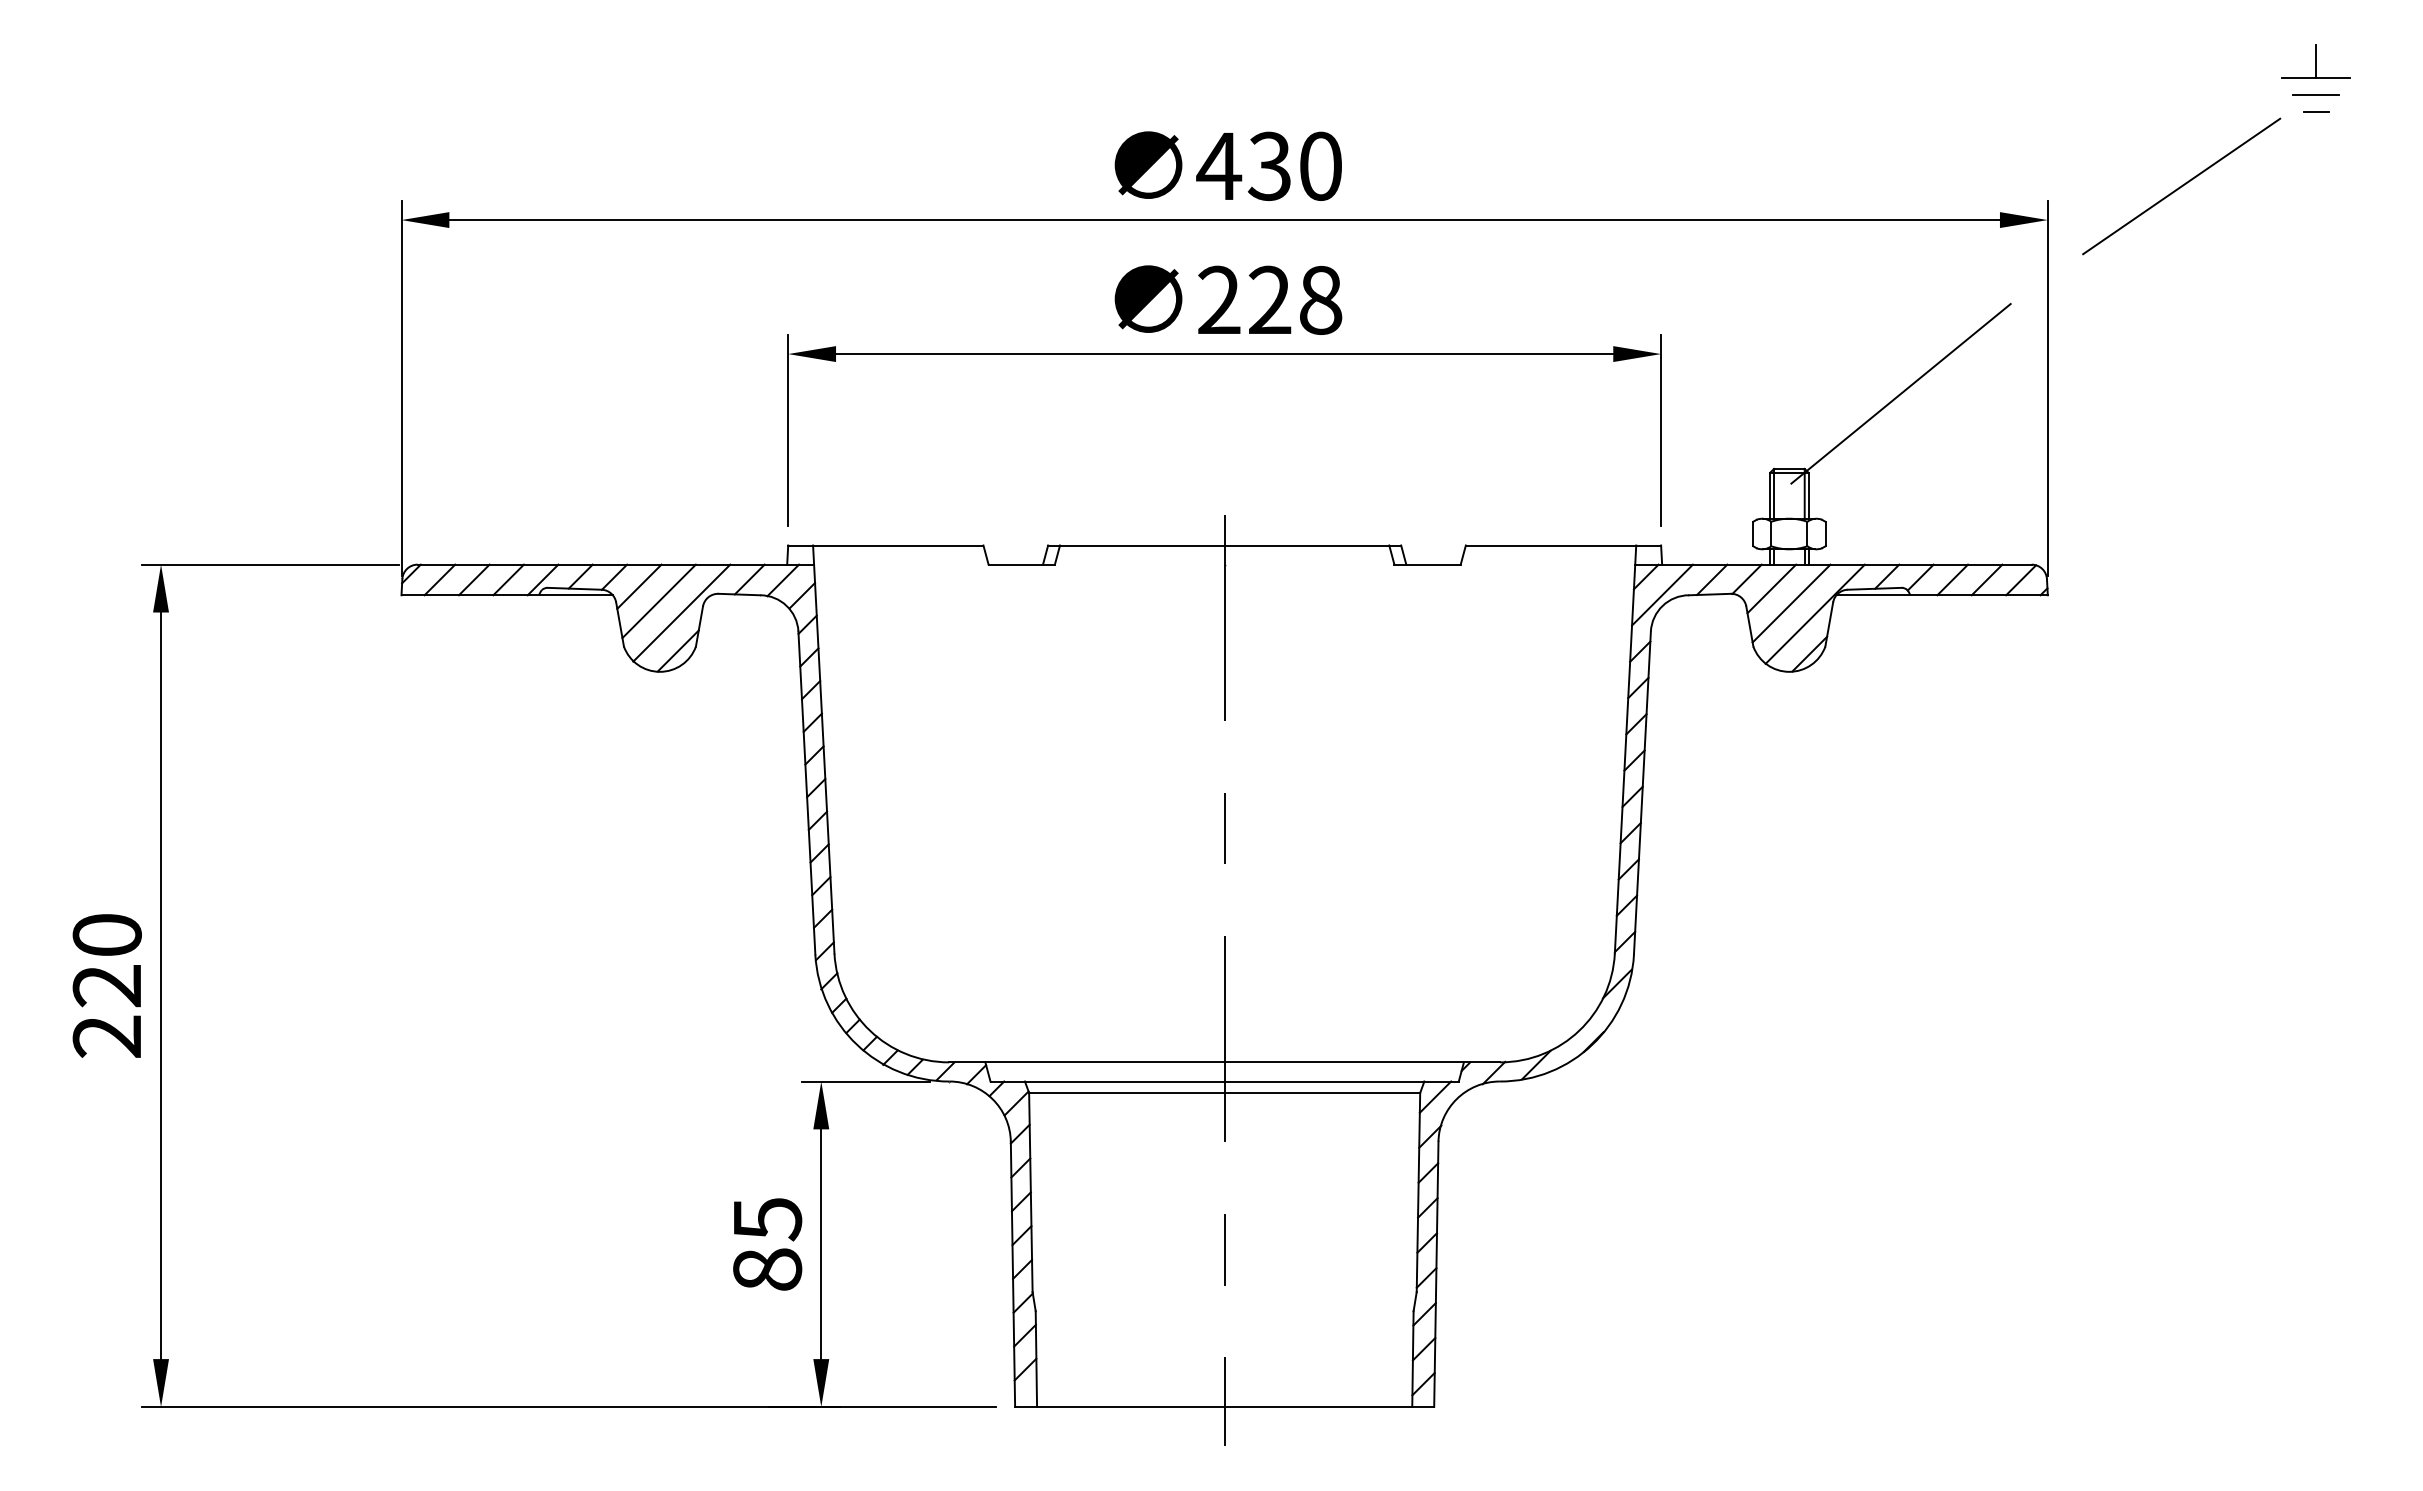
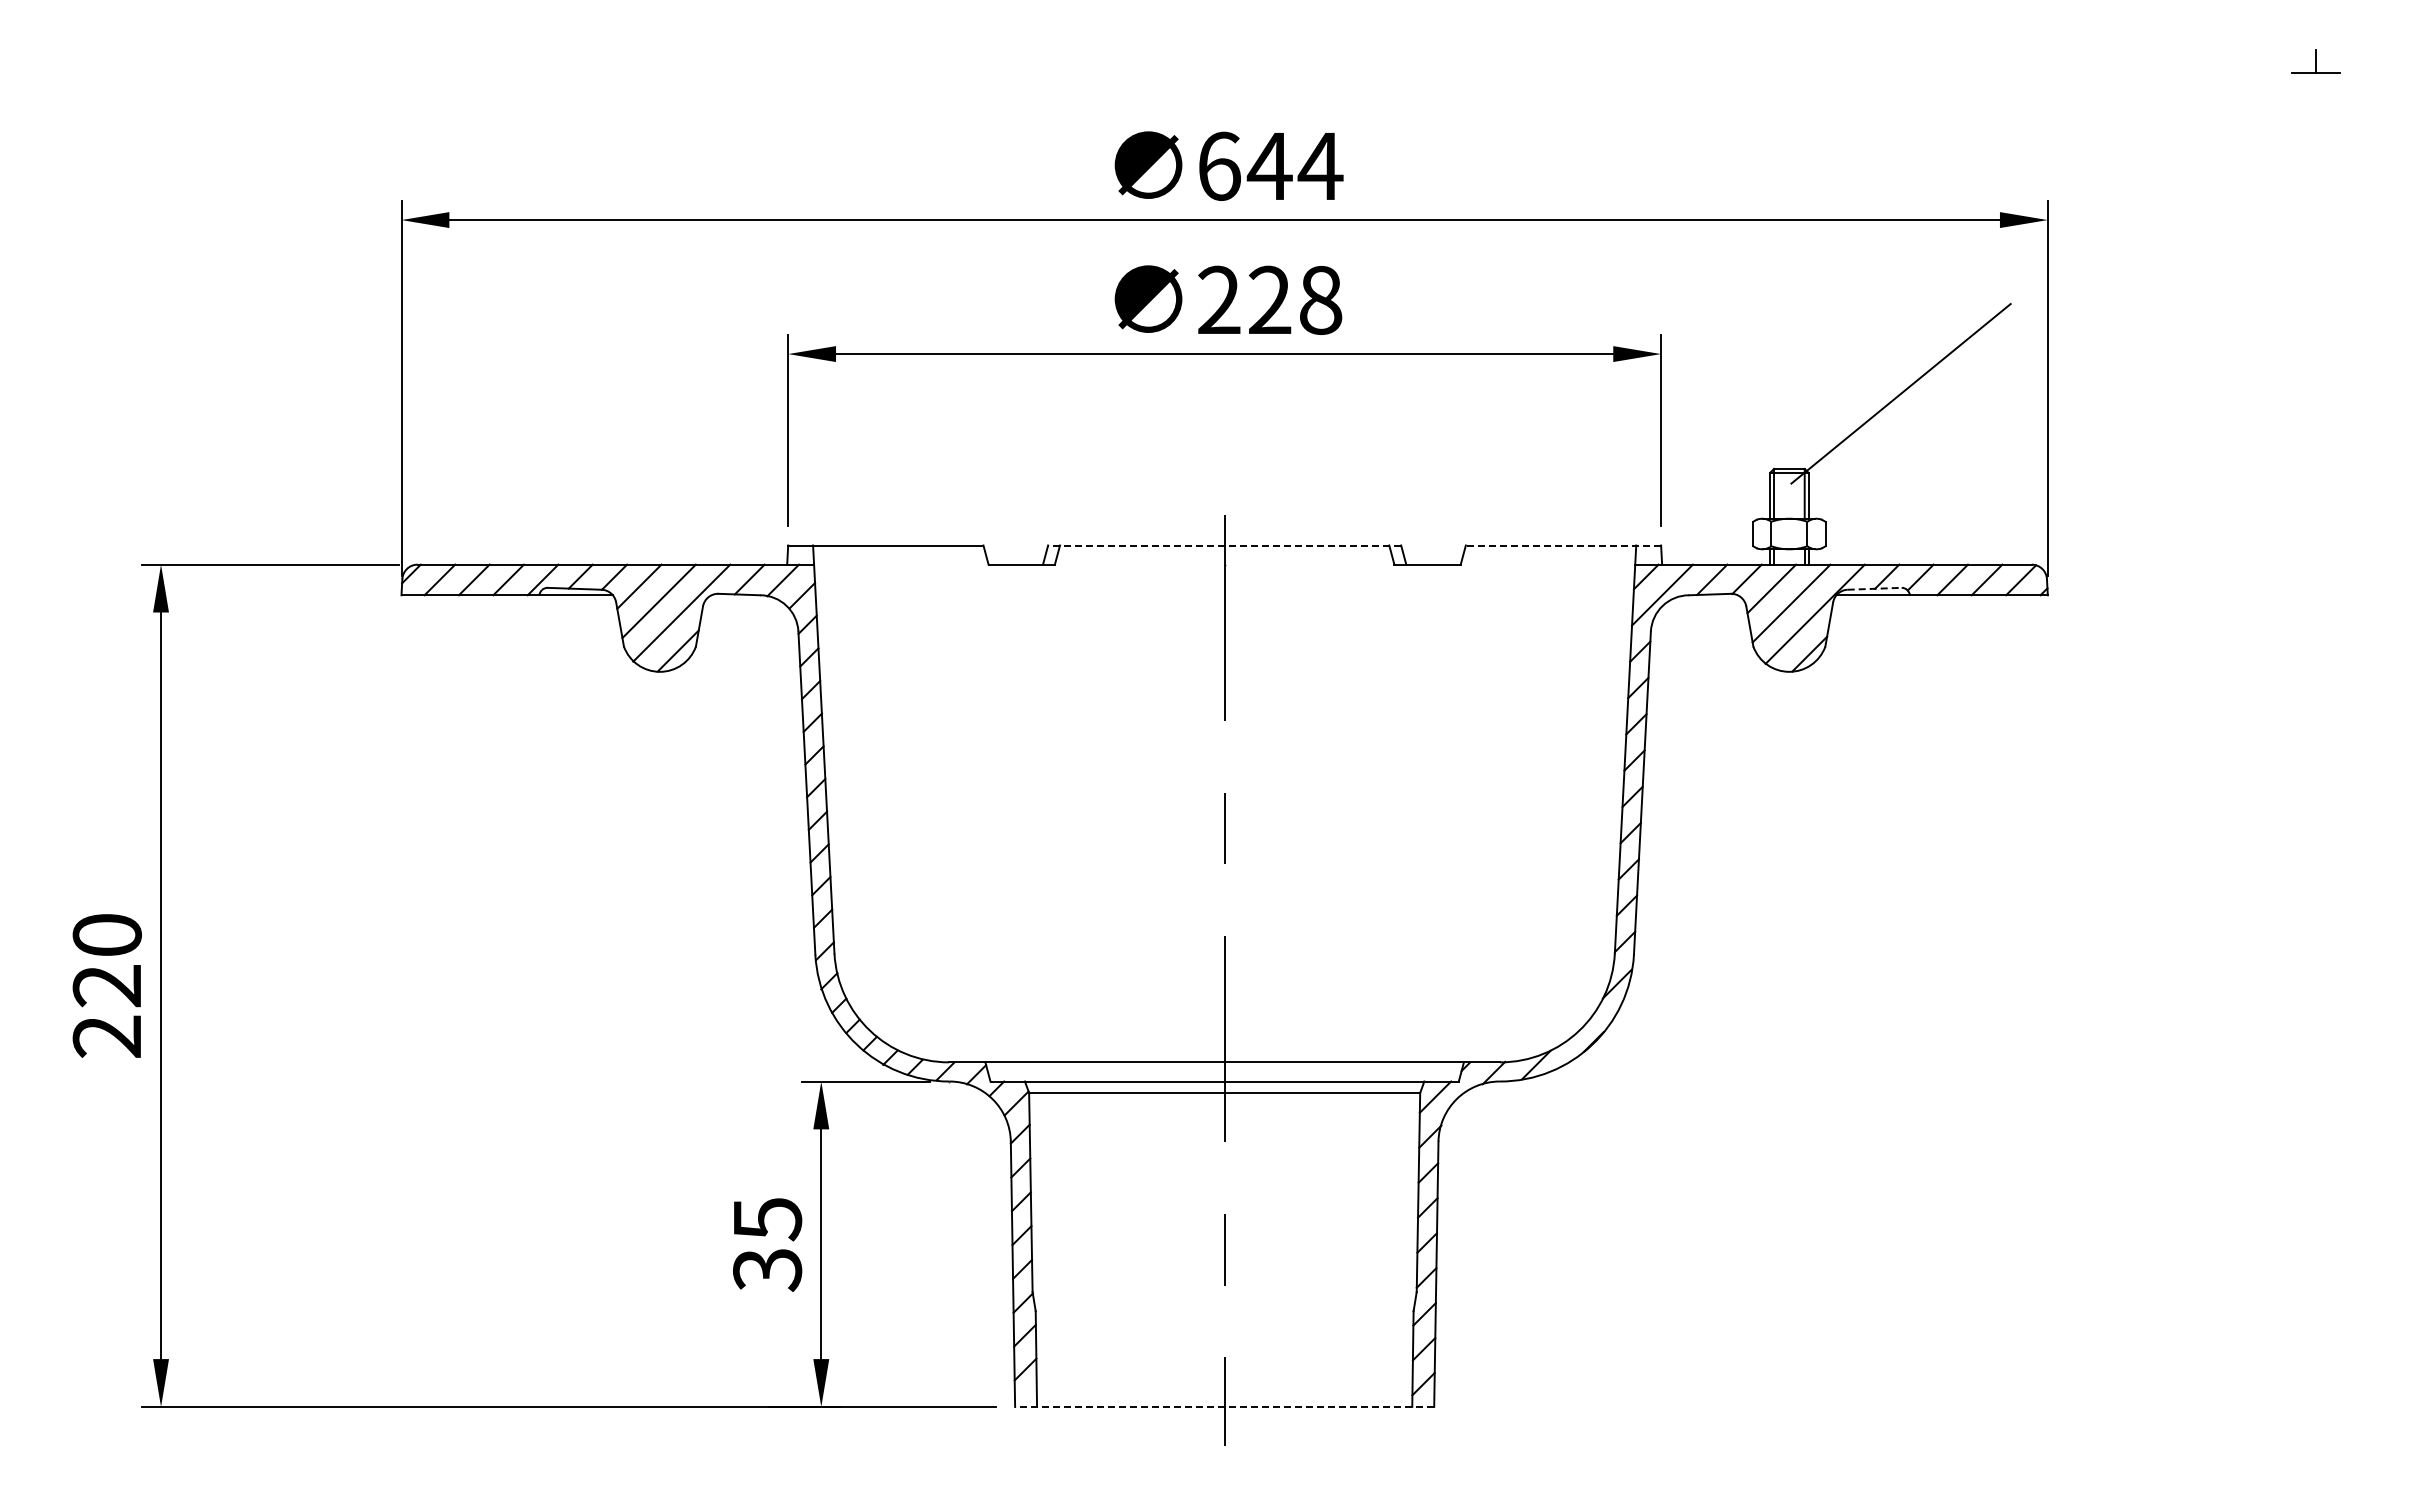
part at (2315, 61) size: 70x35 px -> 50x25 px
line at (2316, 95): present -> none
line at (2315, 111): present -> none
text at (1269, 165): 430 -> 644
line at (2181, 186): present -> none
line at (1224, 545): solid -> dashed
line at (1563, 545): solid -> dashed
line at (1874, 588): solid -> dashed
text at (767, 1269): 85 -> 35
line at (1224, 1406): solid -> dashed
